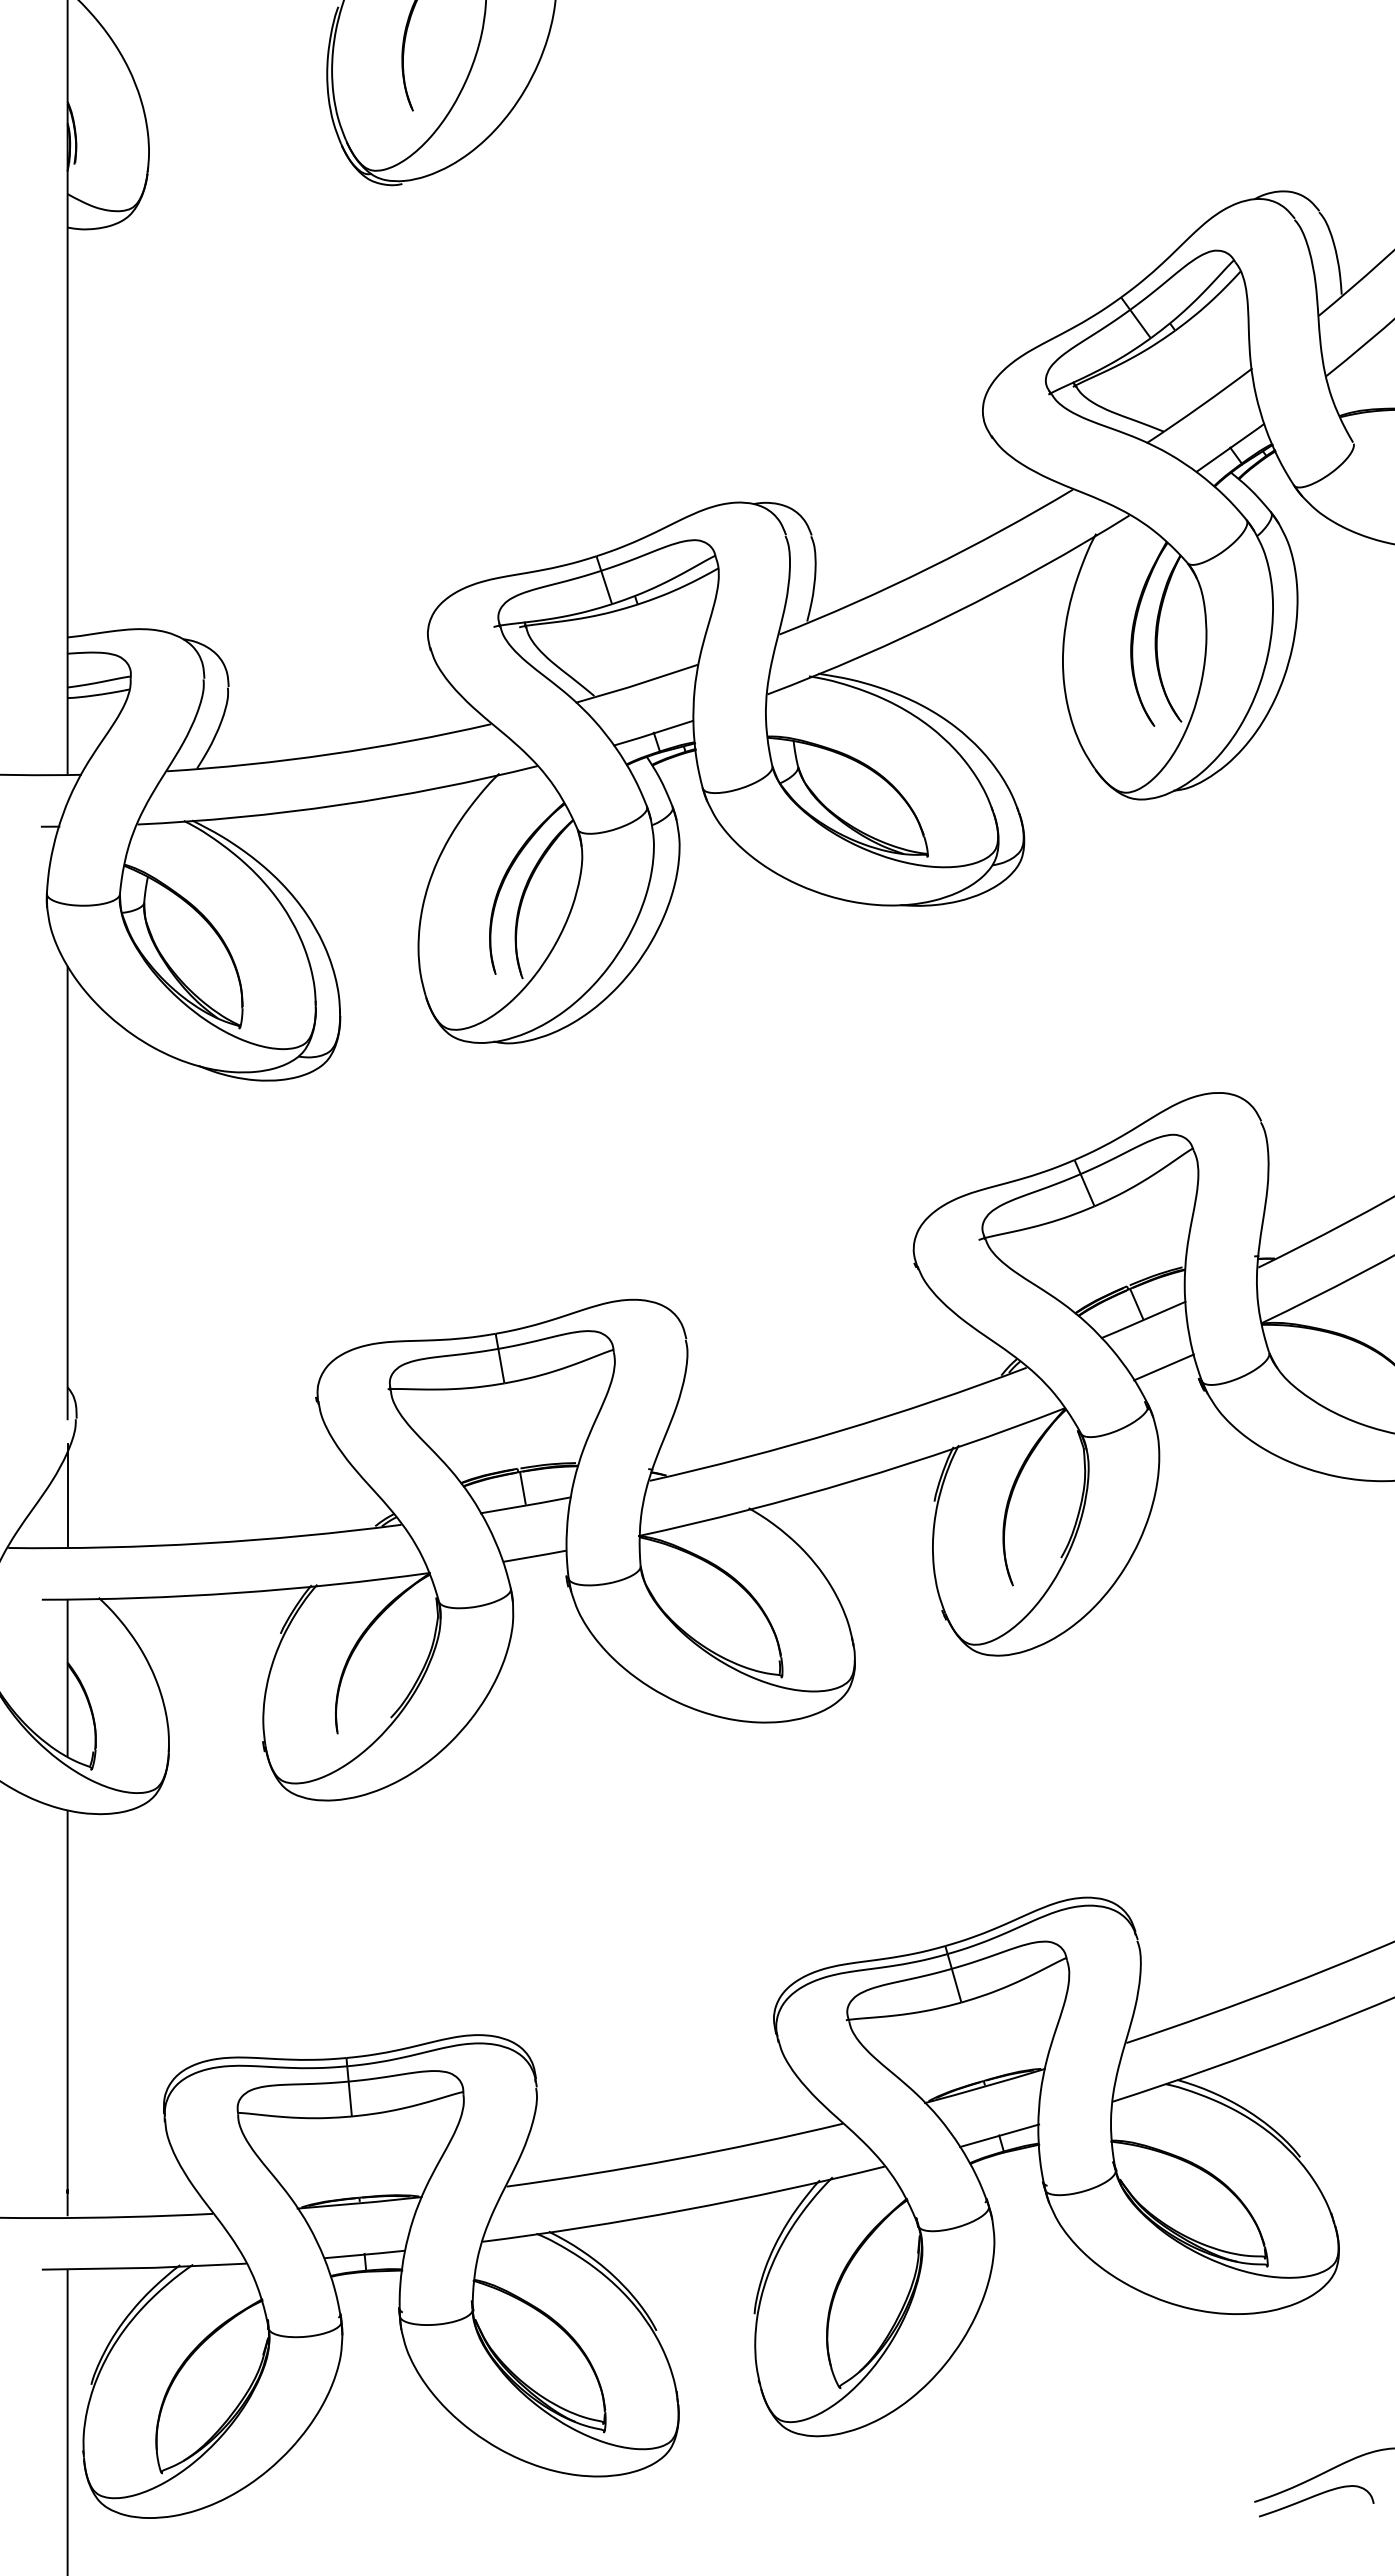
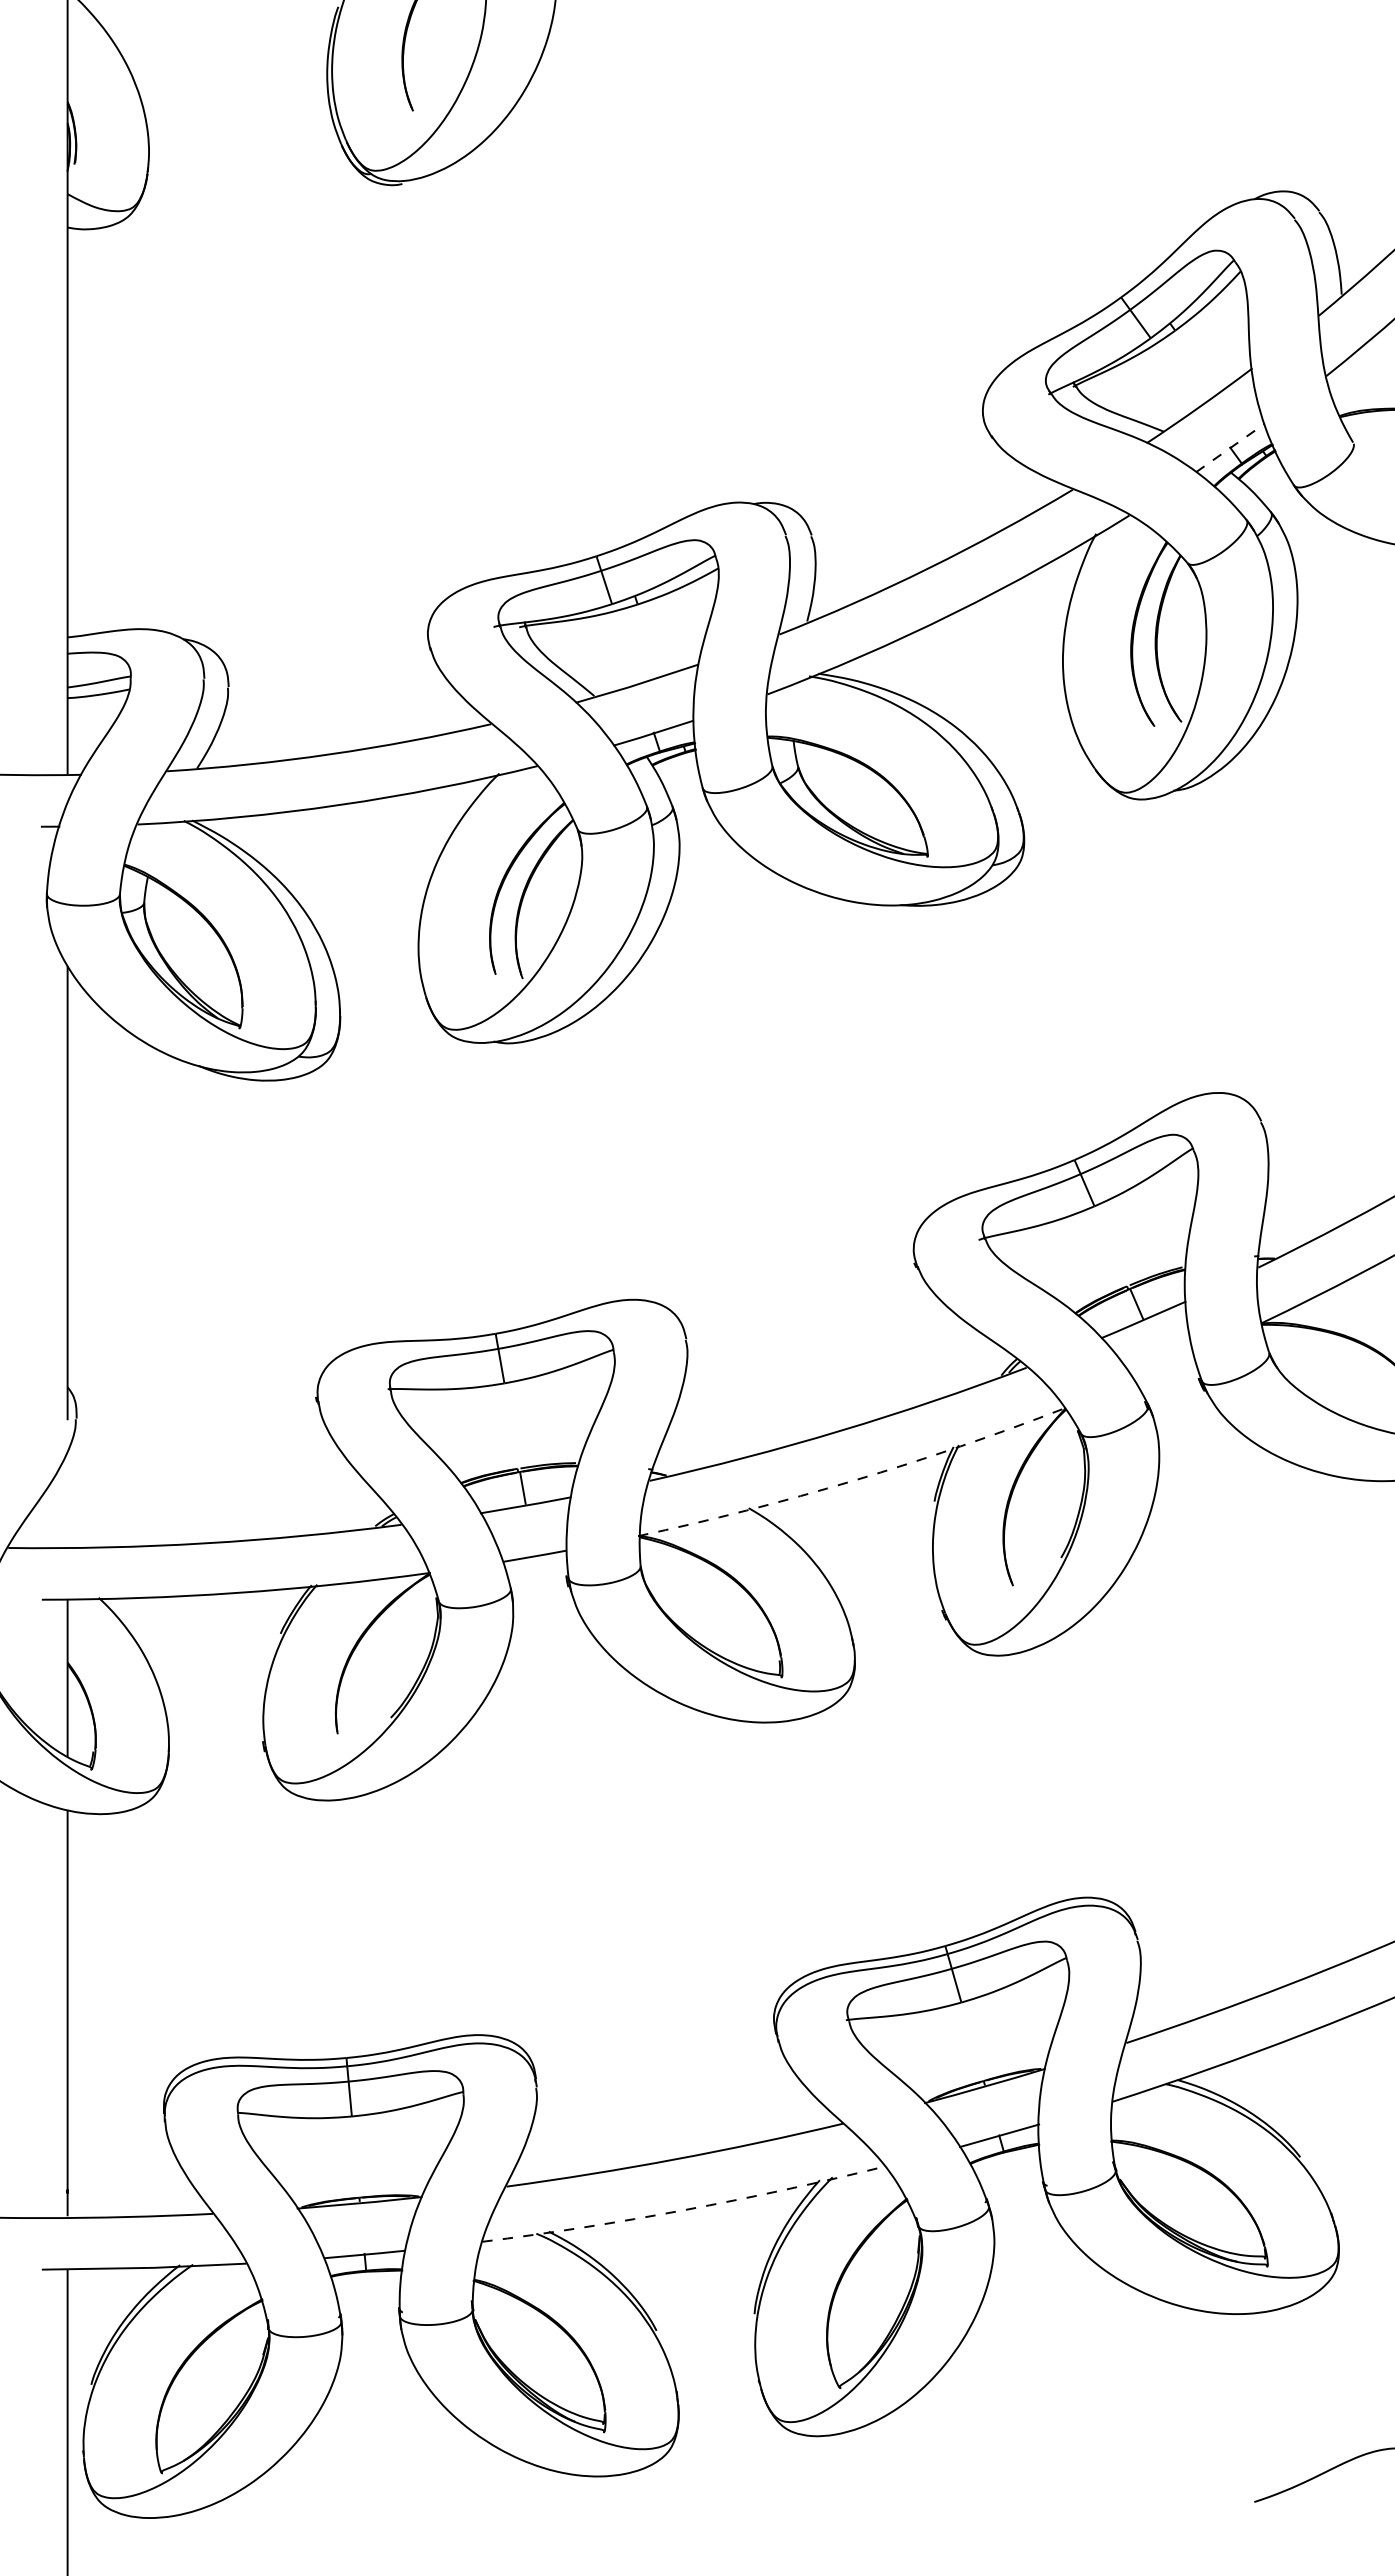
line at (1231, 447): solid -> dashed
line at (1163, 1367): present -> none
arc at (854, 1480): solid -> dashed
line at (67, 1494): present -> none
arc at (684, 2210): solid -> dashed
curve at (1314, 2497): present -> none
